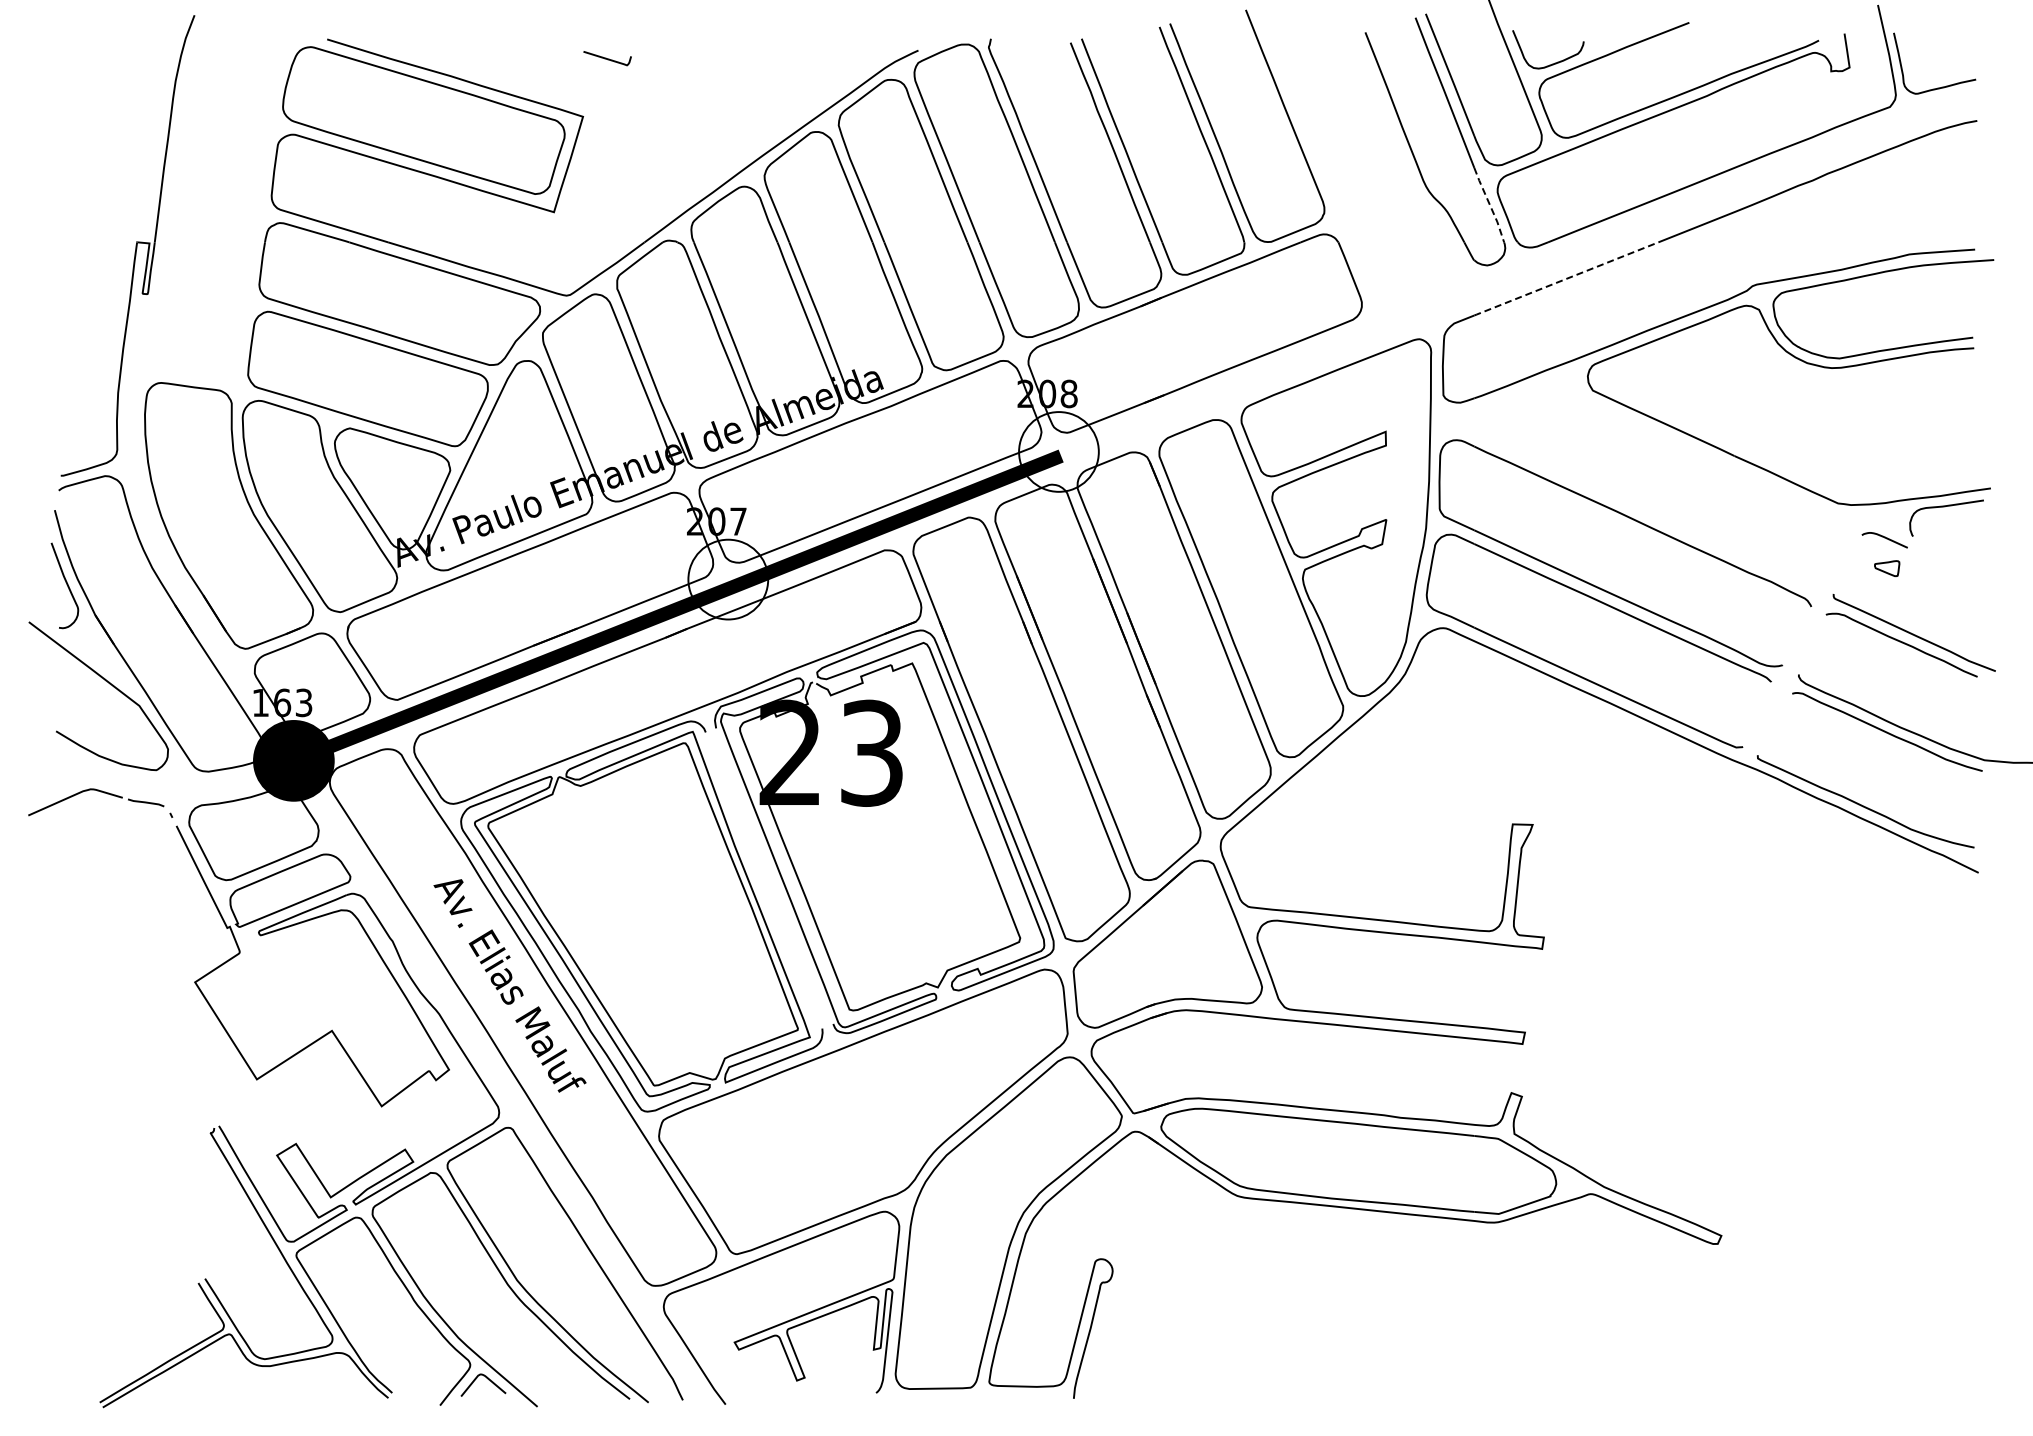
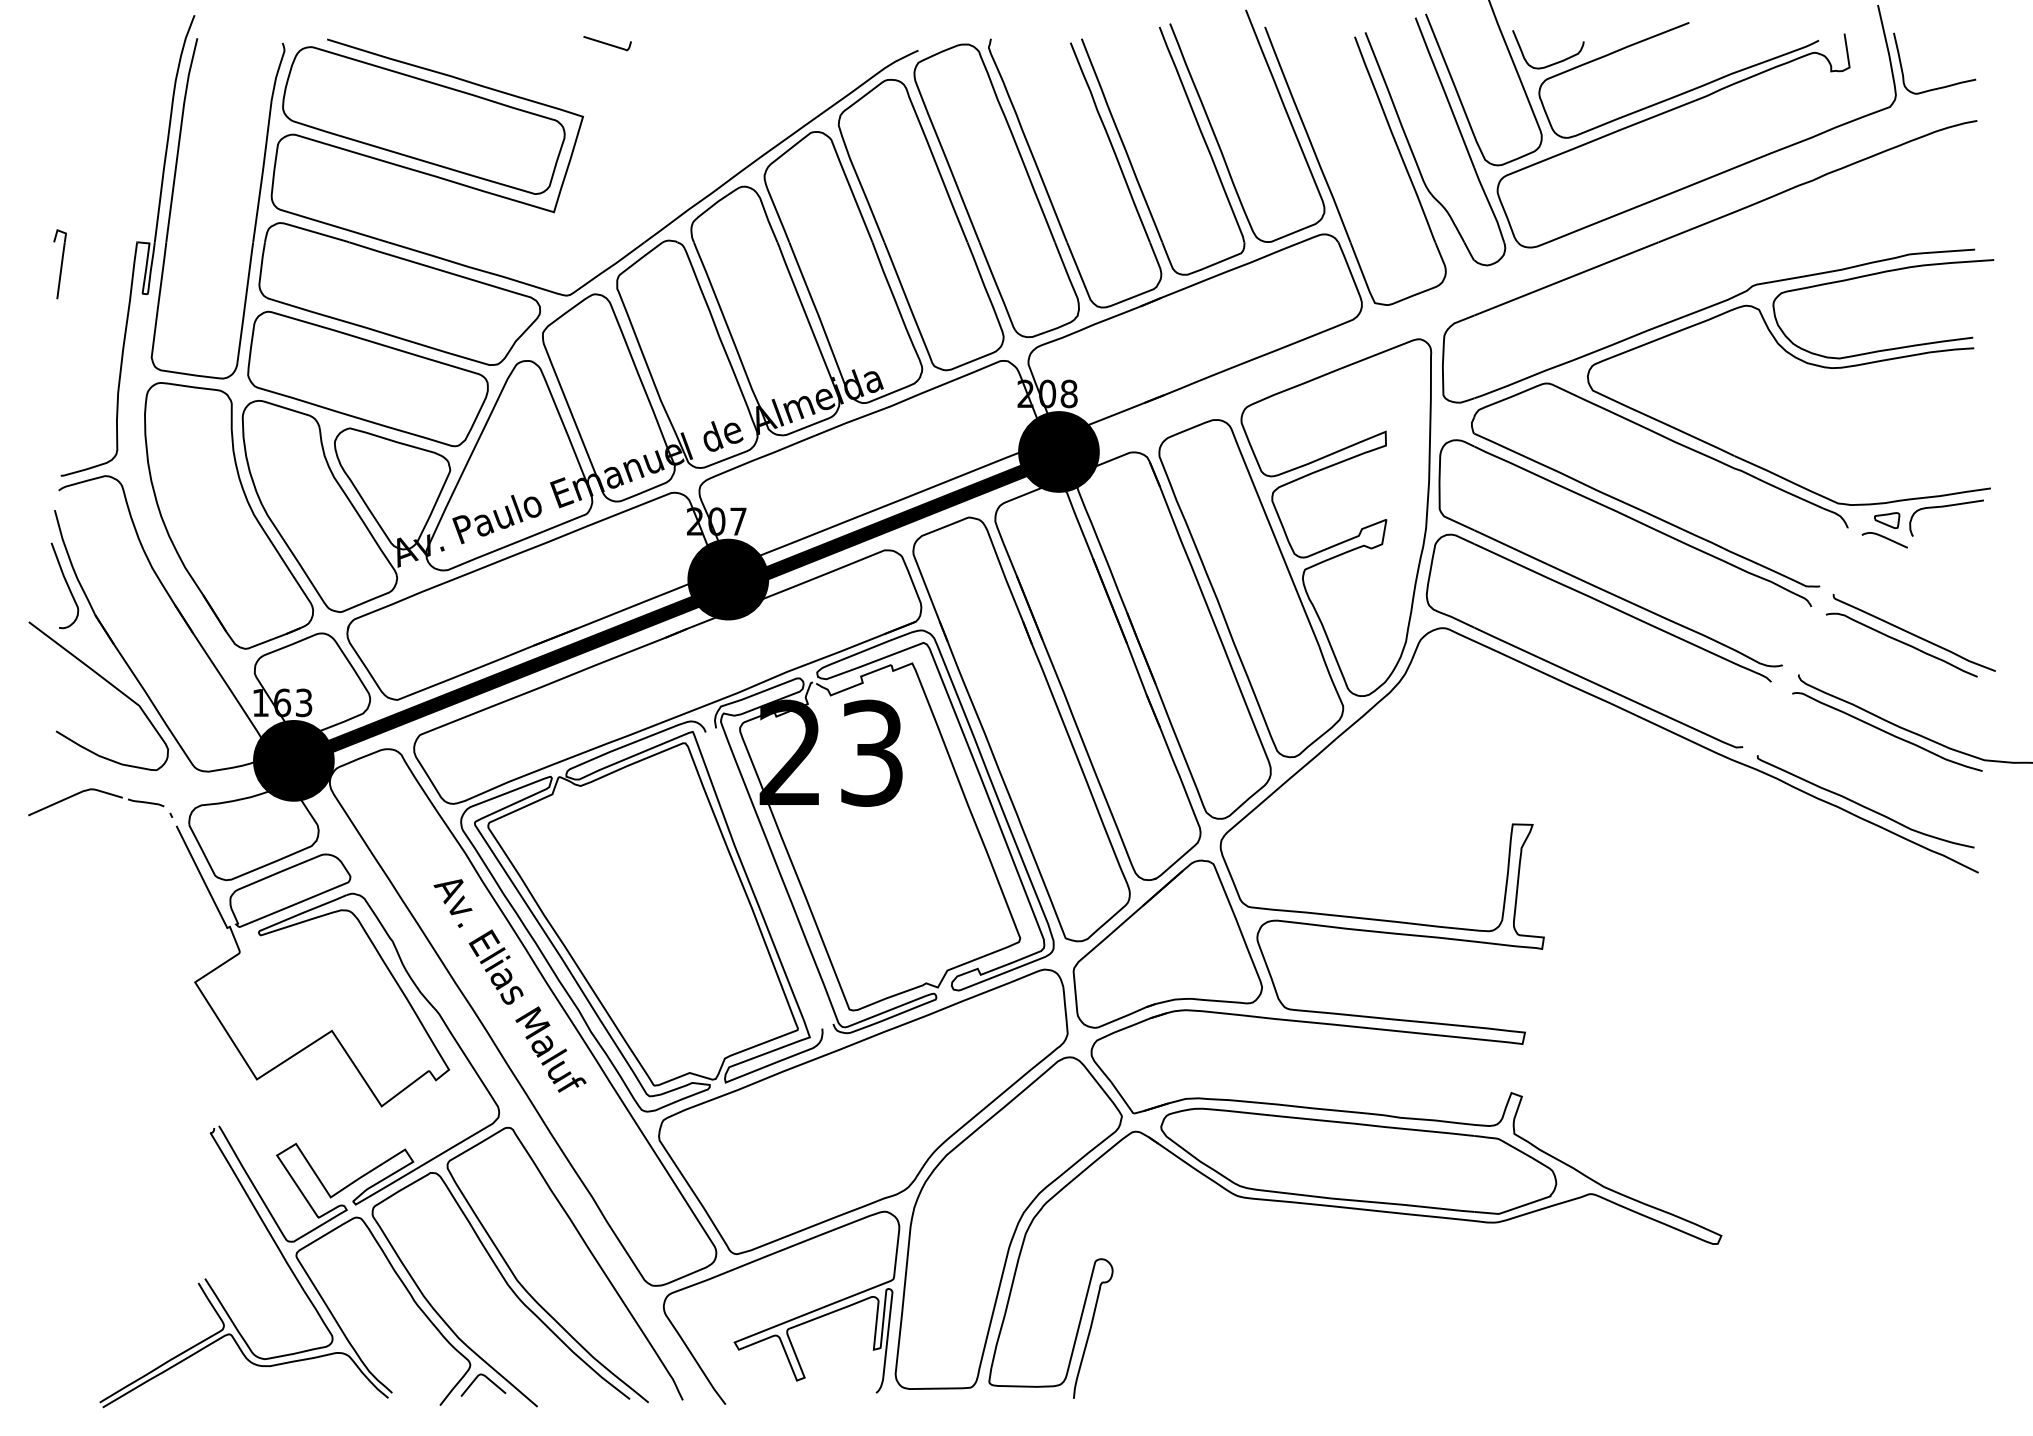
curve at (607, 58) position: (607, 58) -> (607, 43)
part at (1326, 178): none -> present
line at (1489, 204): dashed -> solid
part at (255, 216): none -> present
part at (59, 264): none -> present
line at (1566, 278): dashed -> solid
fill at (1058, 451): none -> present
part at (1646, 511): none -> present
part at (1887, 568) position: (1887, 568) -> (1887, 520)
fill at (728, 579): none -> present
